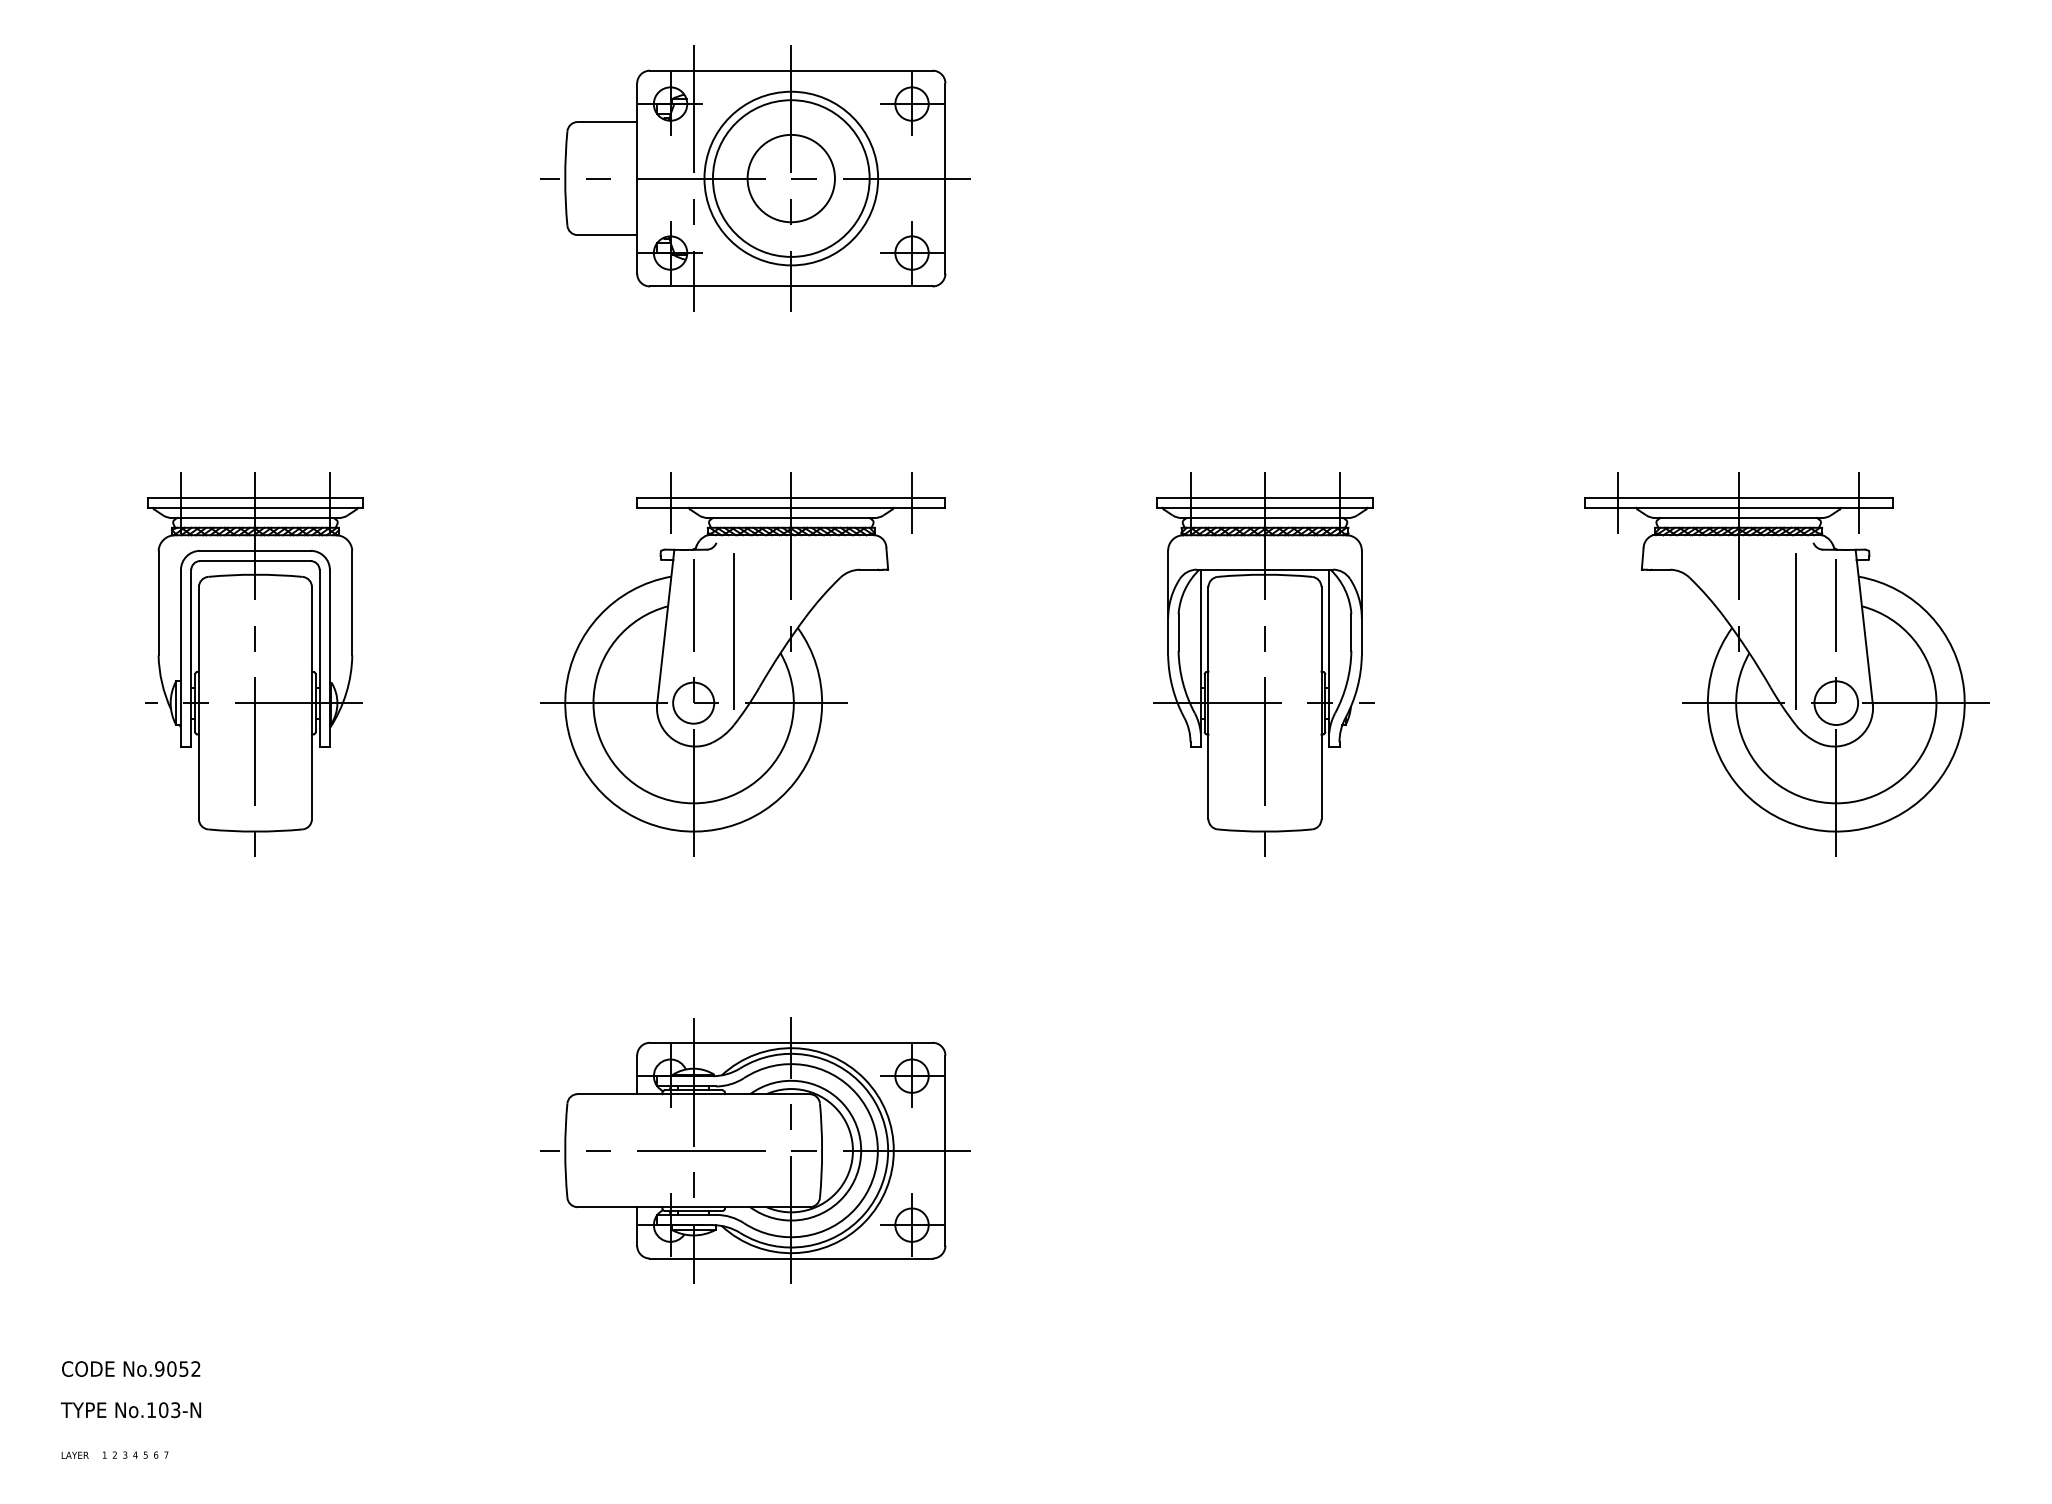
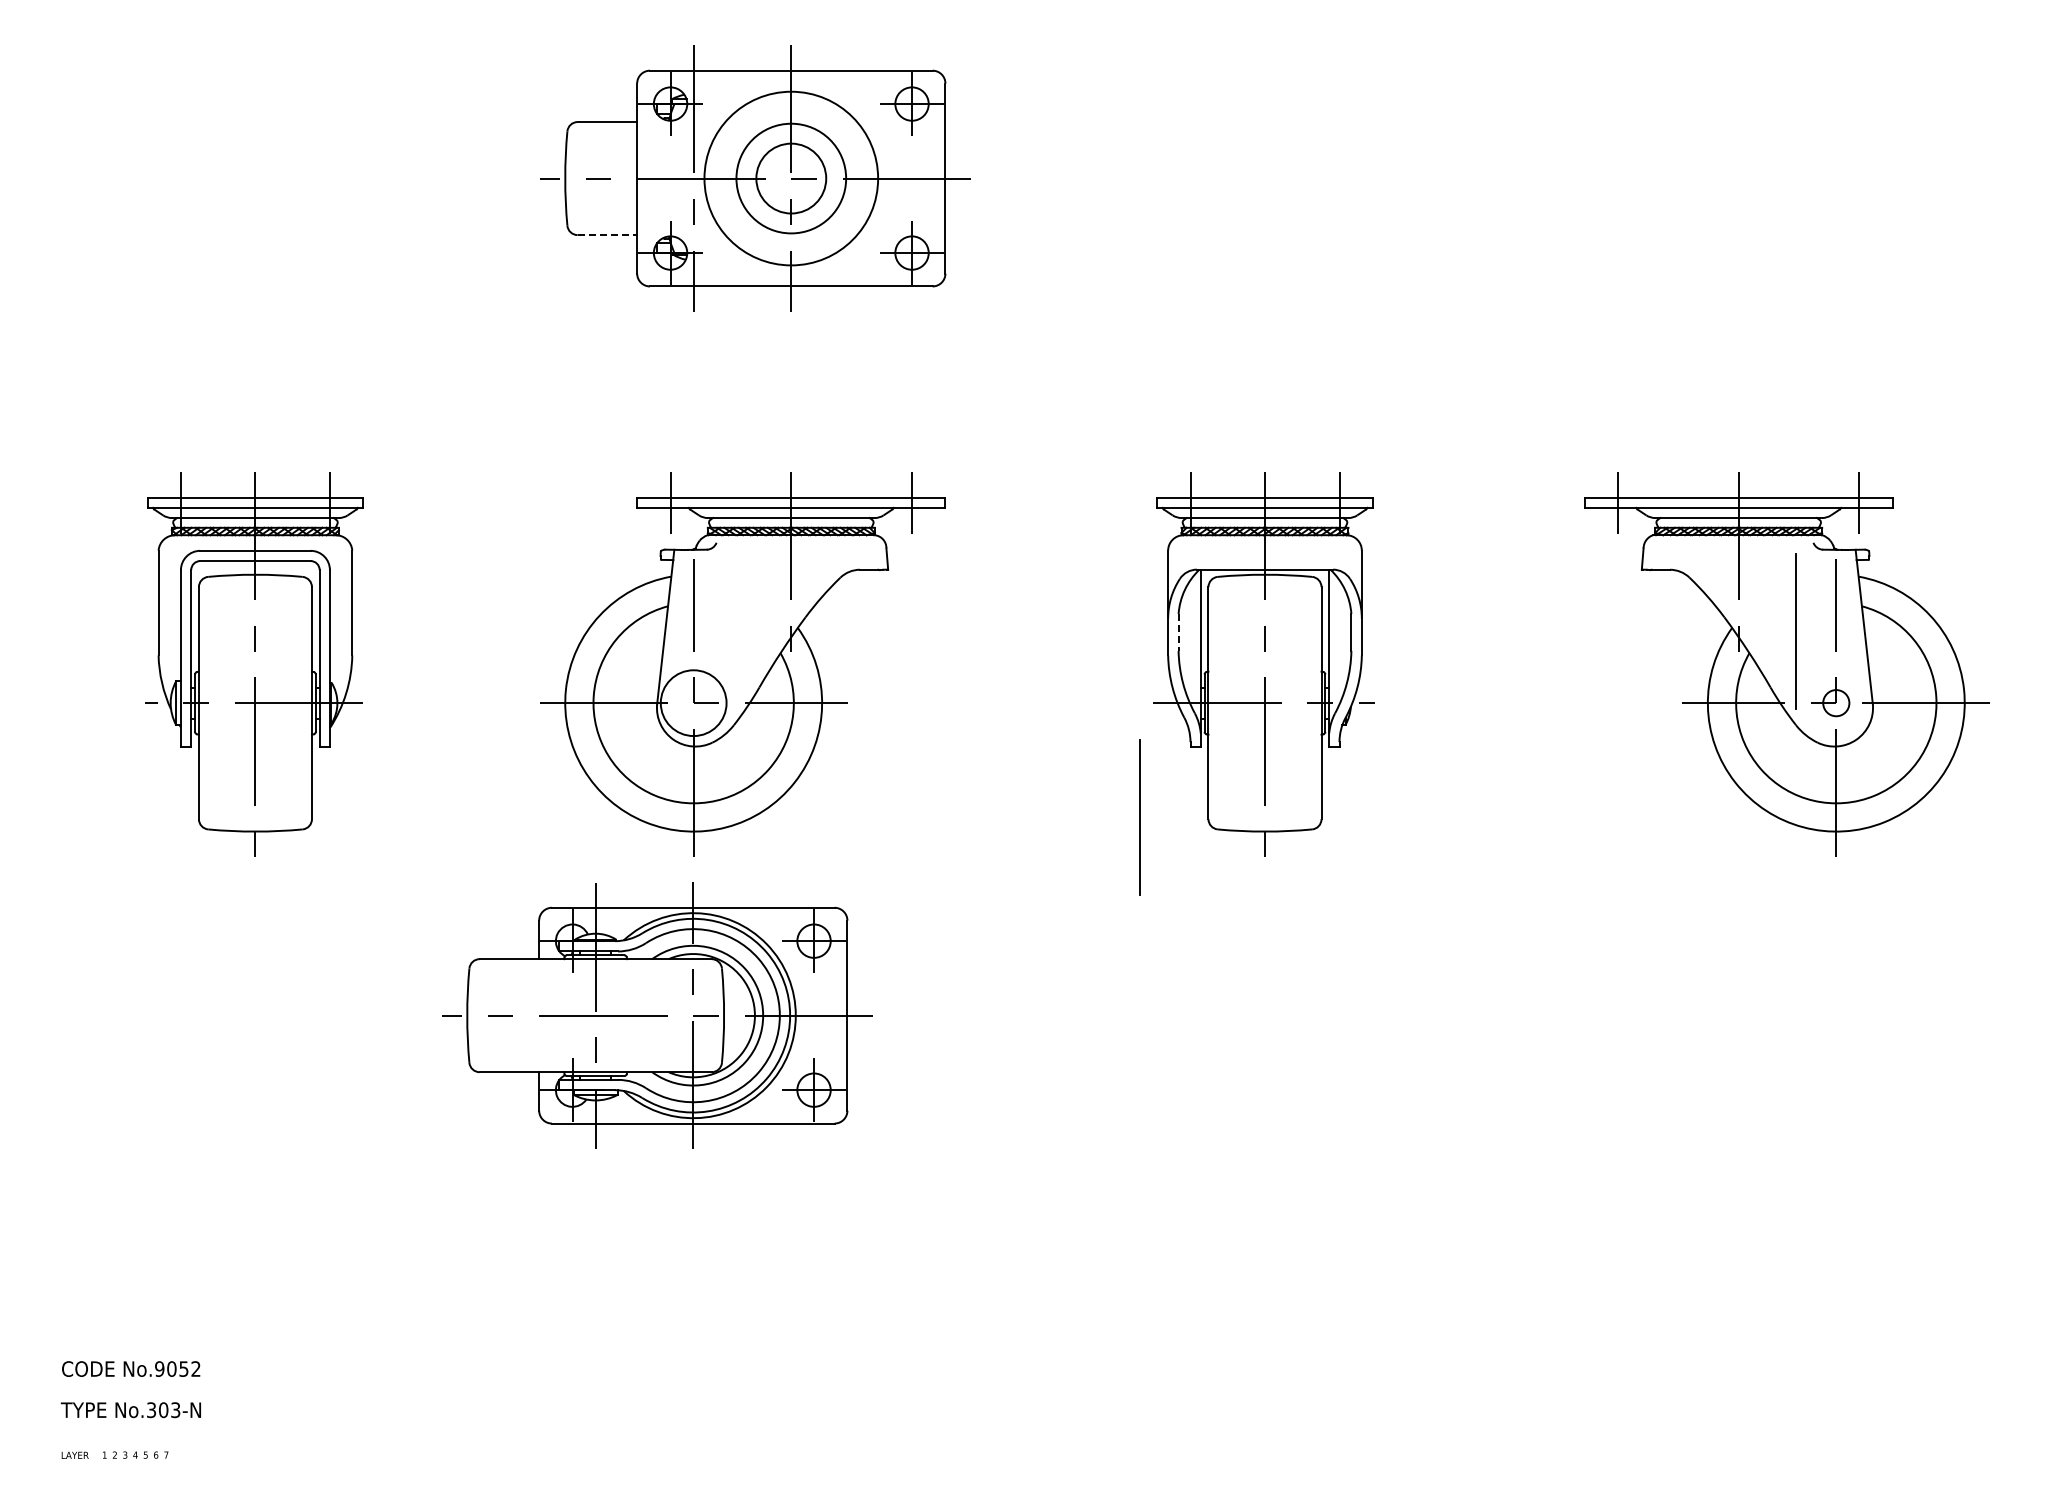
circle at (790, 178) diameter: 157 px -> 110 px
circle at (790, 178) diameter: 87 px -> 70 px
line at (607, 235): solid -> dashed
line at (733, 631) position: (733, 631) -> (1139, 817)
line at (1178, 632): solid -> dashed
circle at (693, 702) diameter: 41 px -> 66 px
circle at (1836, 703) diameter: 44 px -> 26 px
part at (755, 1150) position: (755, 1150) -> (657, 1015)
text at (151, 1410): No.103-N -> No.303-N
